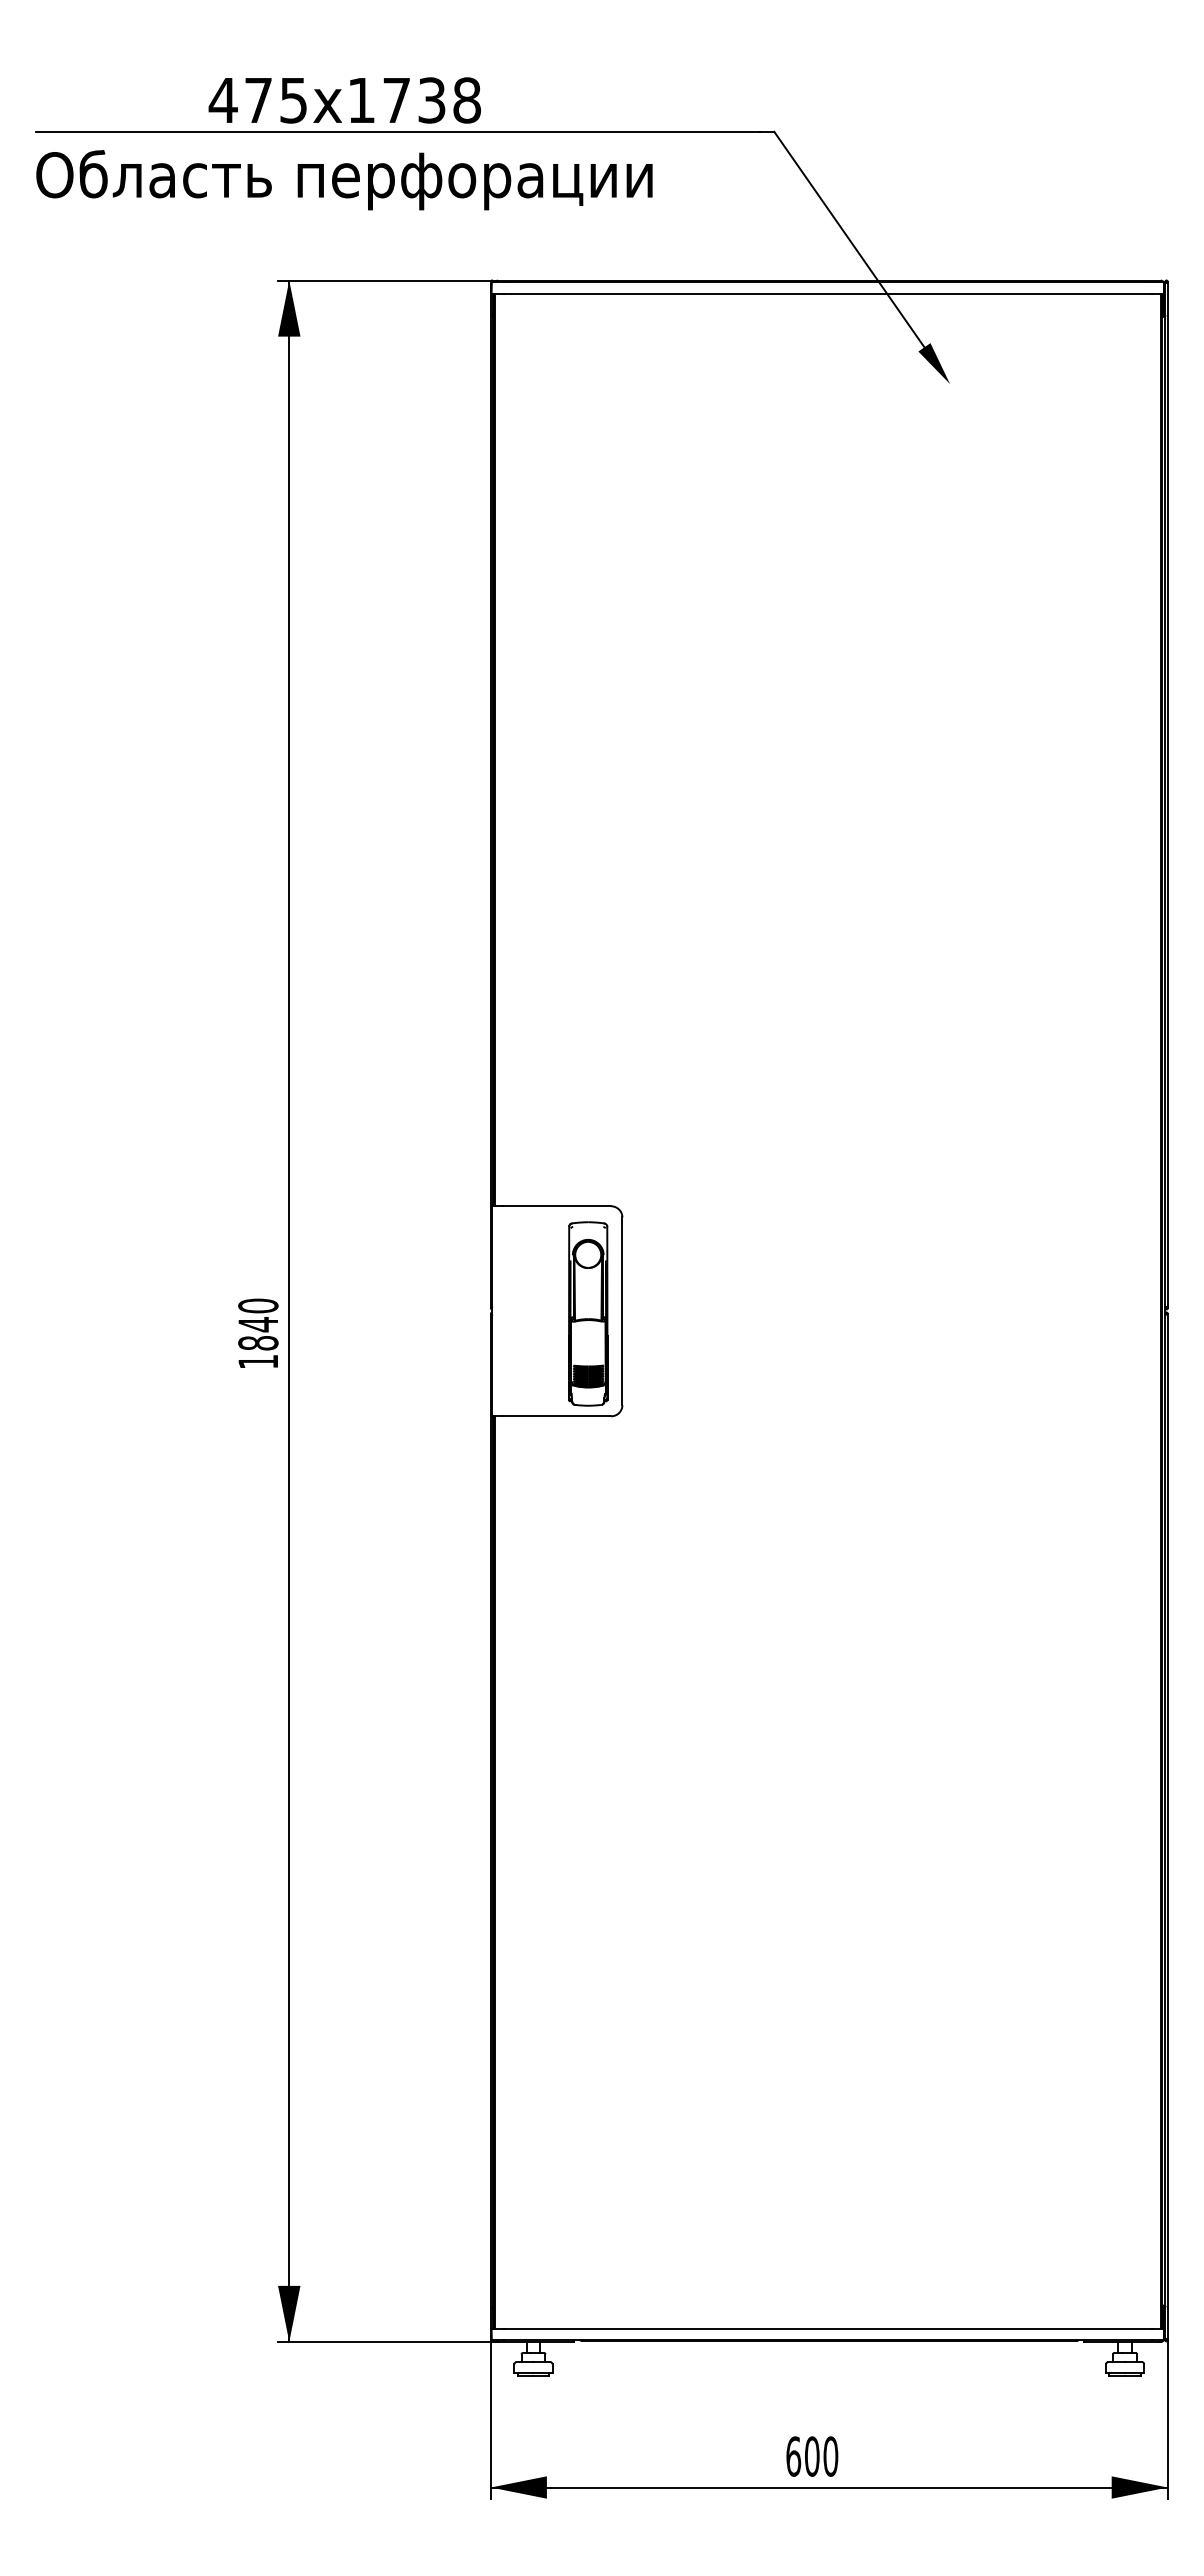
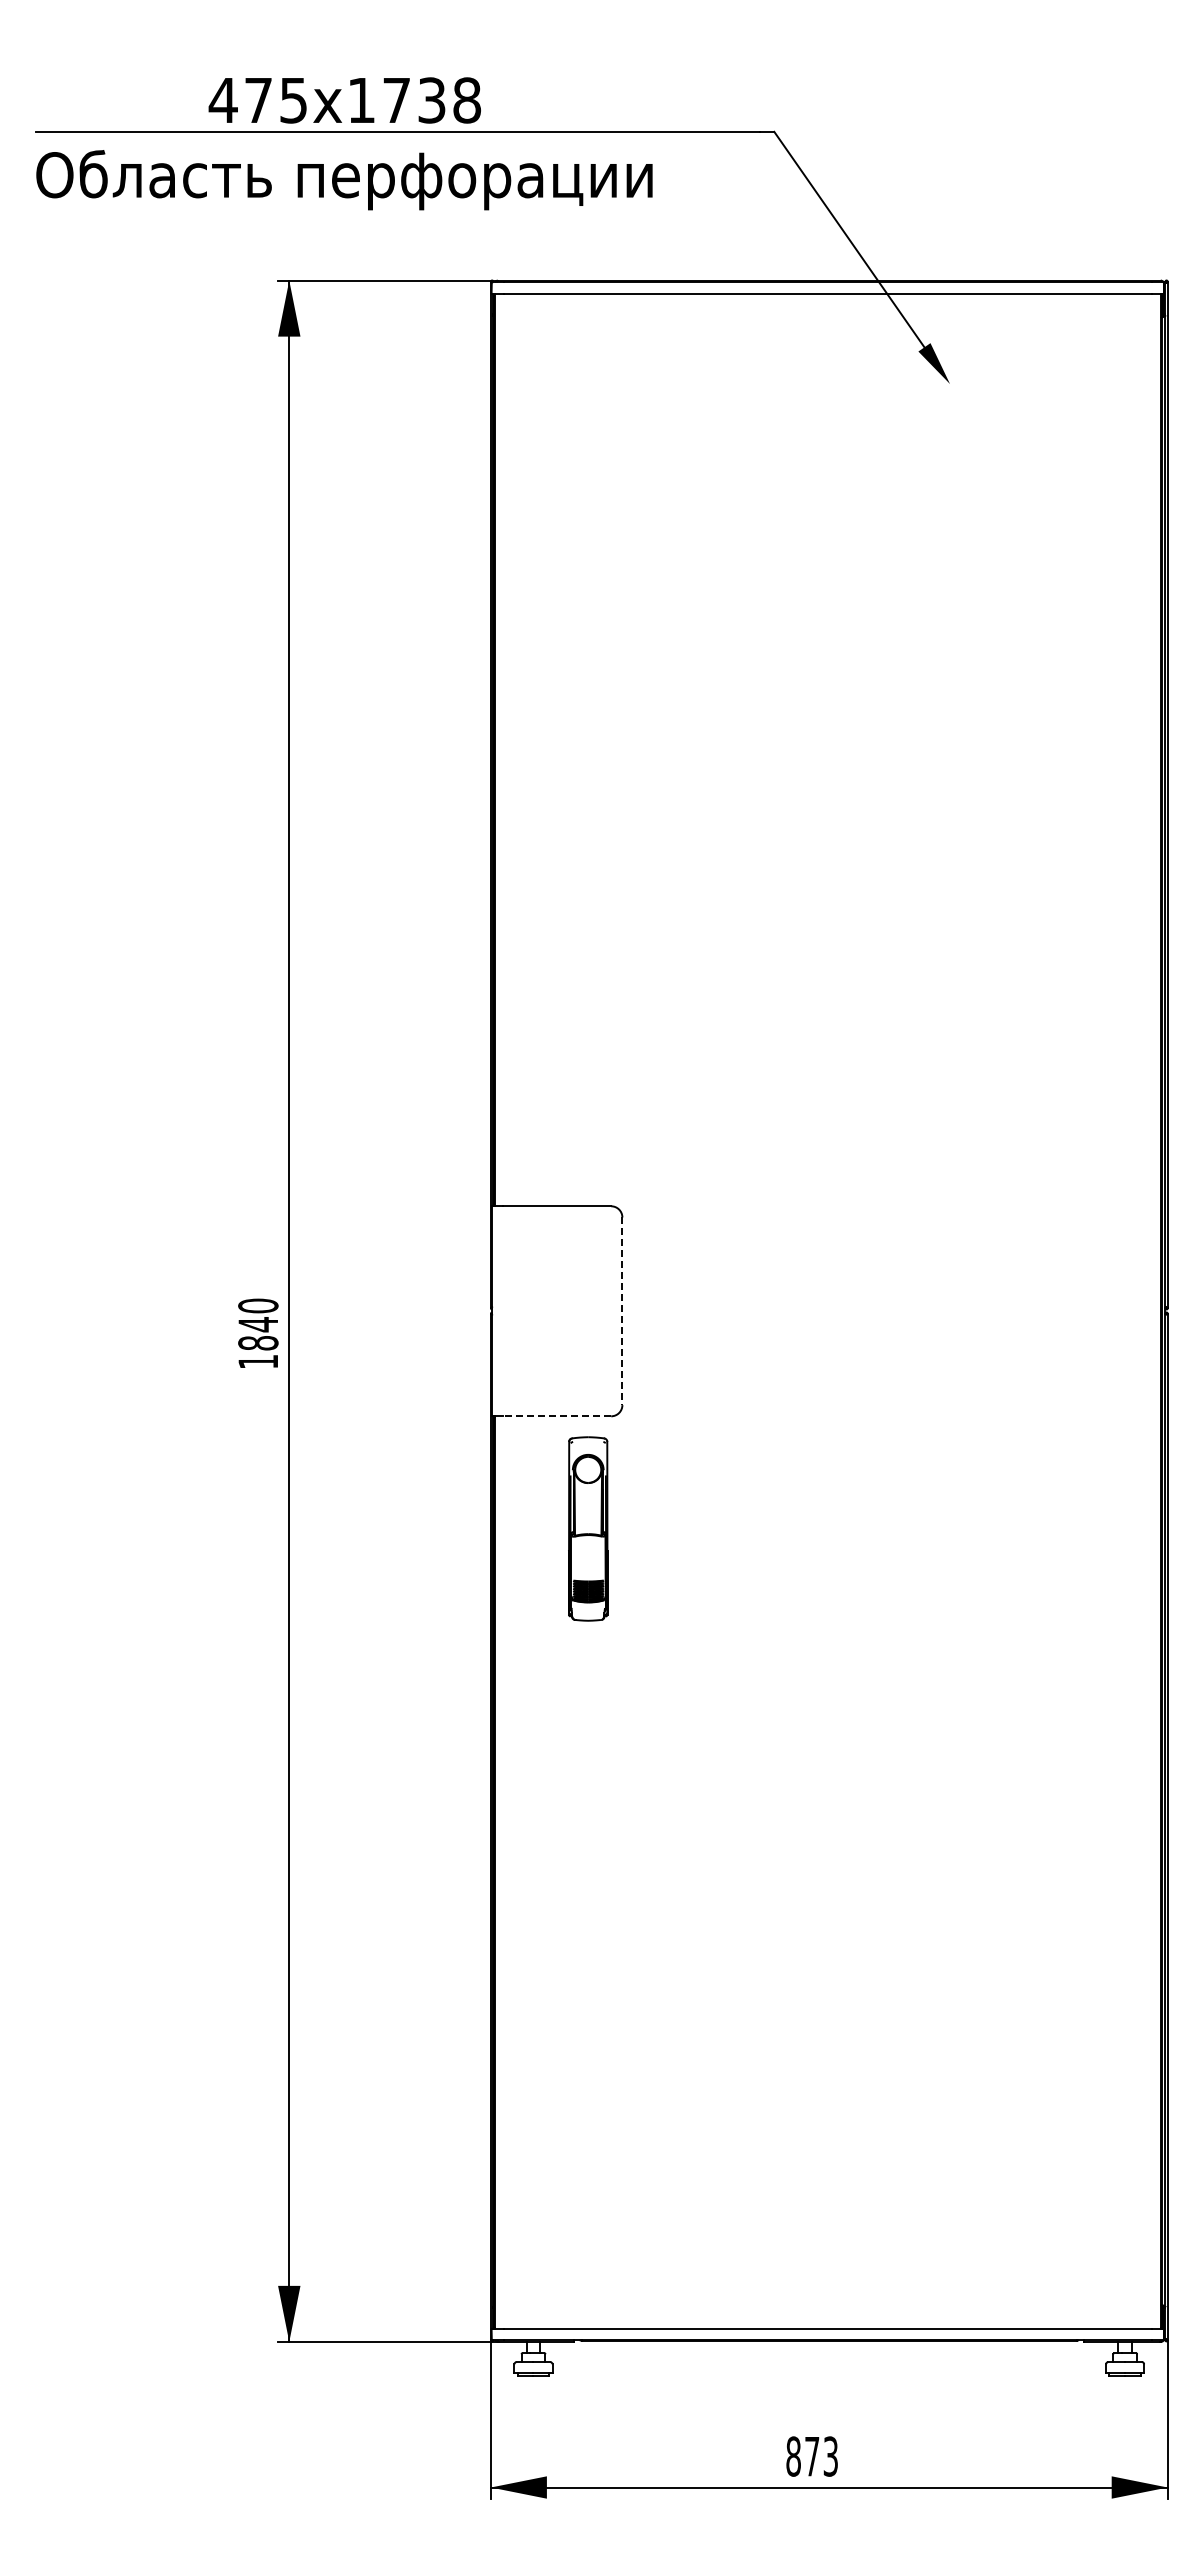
line at (622, 1311): solid -> dashed
part at (588, 1313) position: (588, 1313) -> (588, 1528)
line at (556, 1416): solid -> dashed
text at (812, 2456): 600 -> 873
